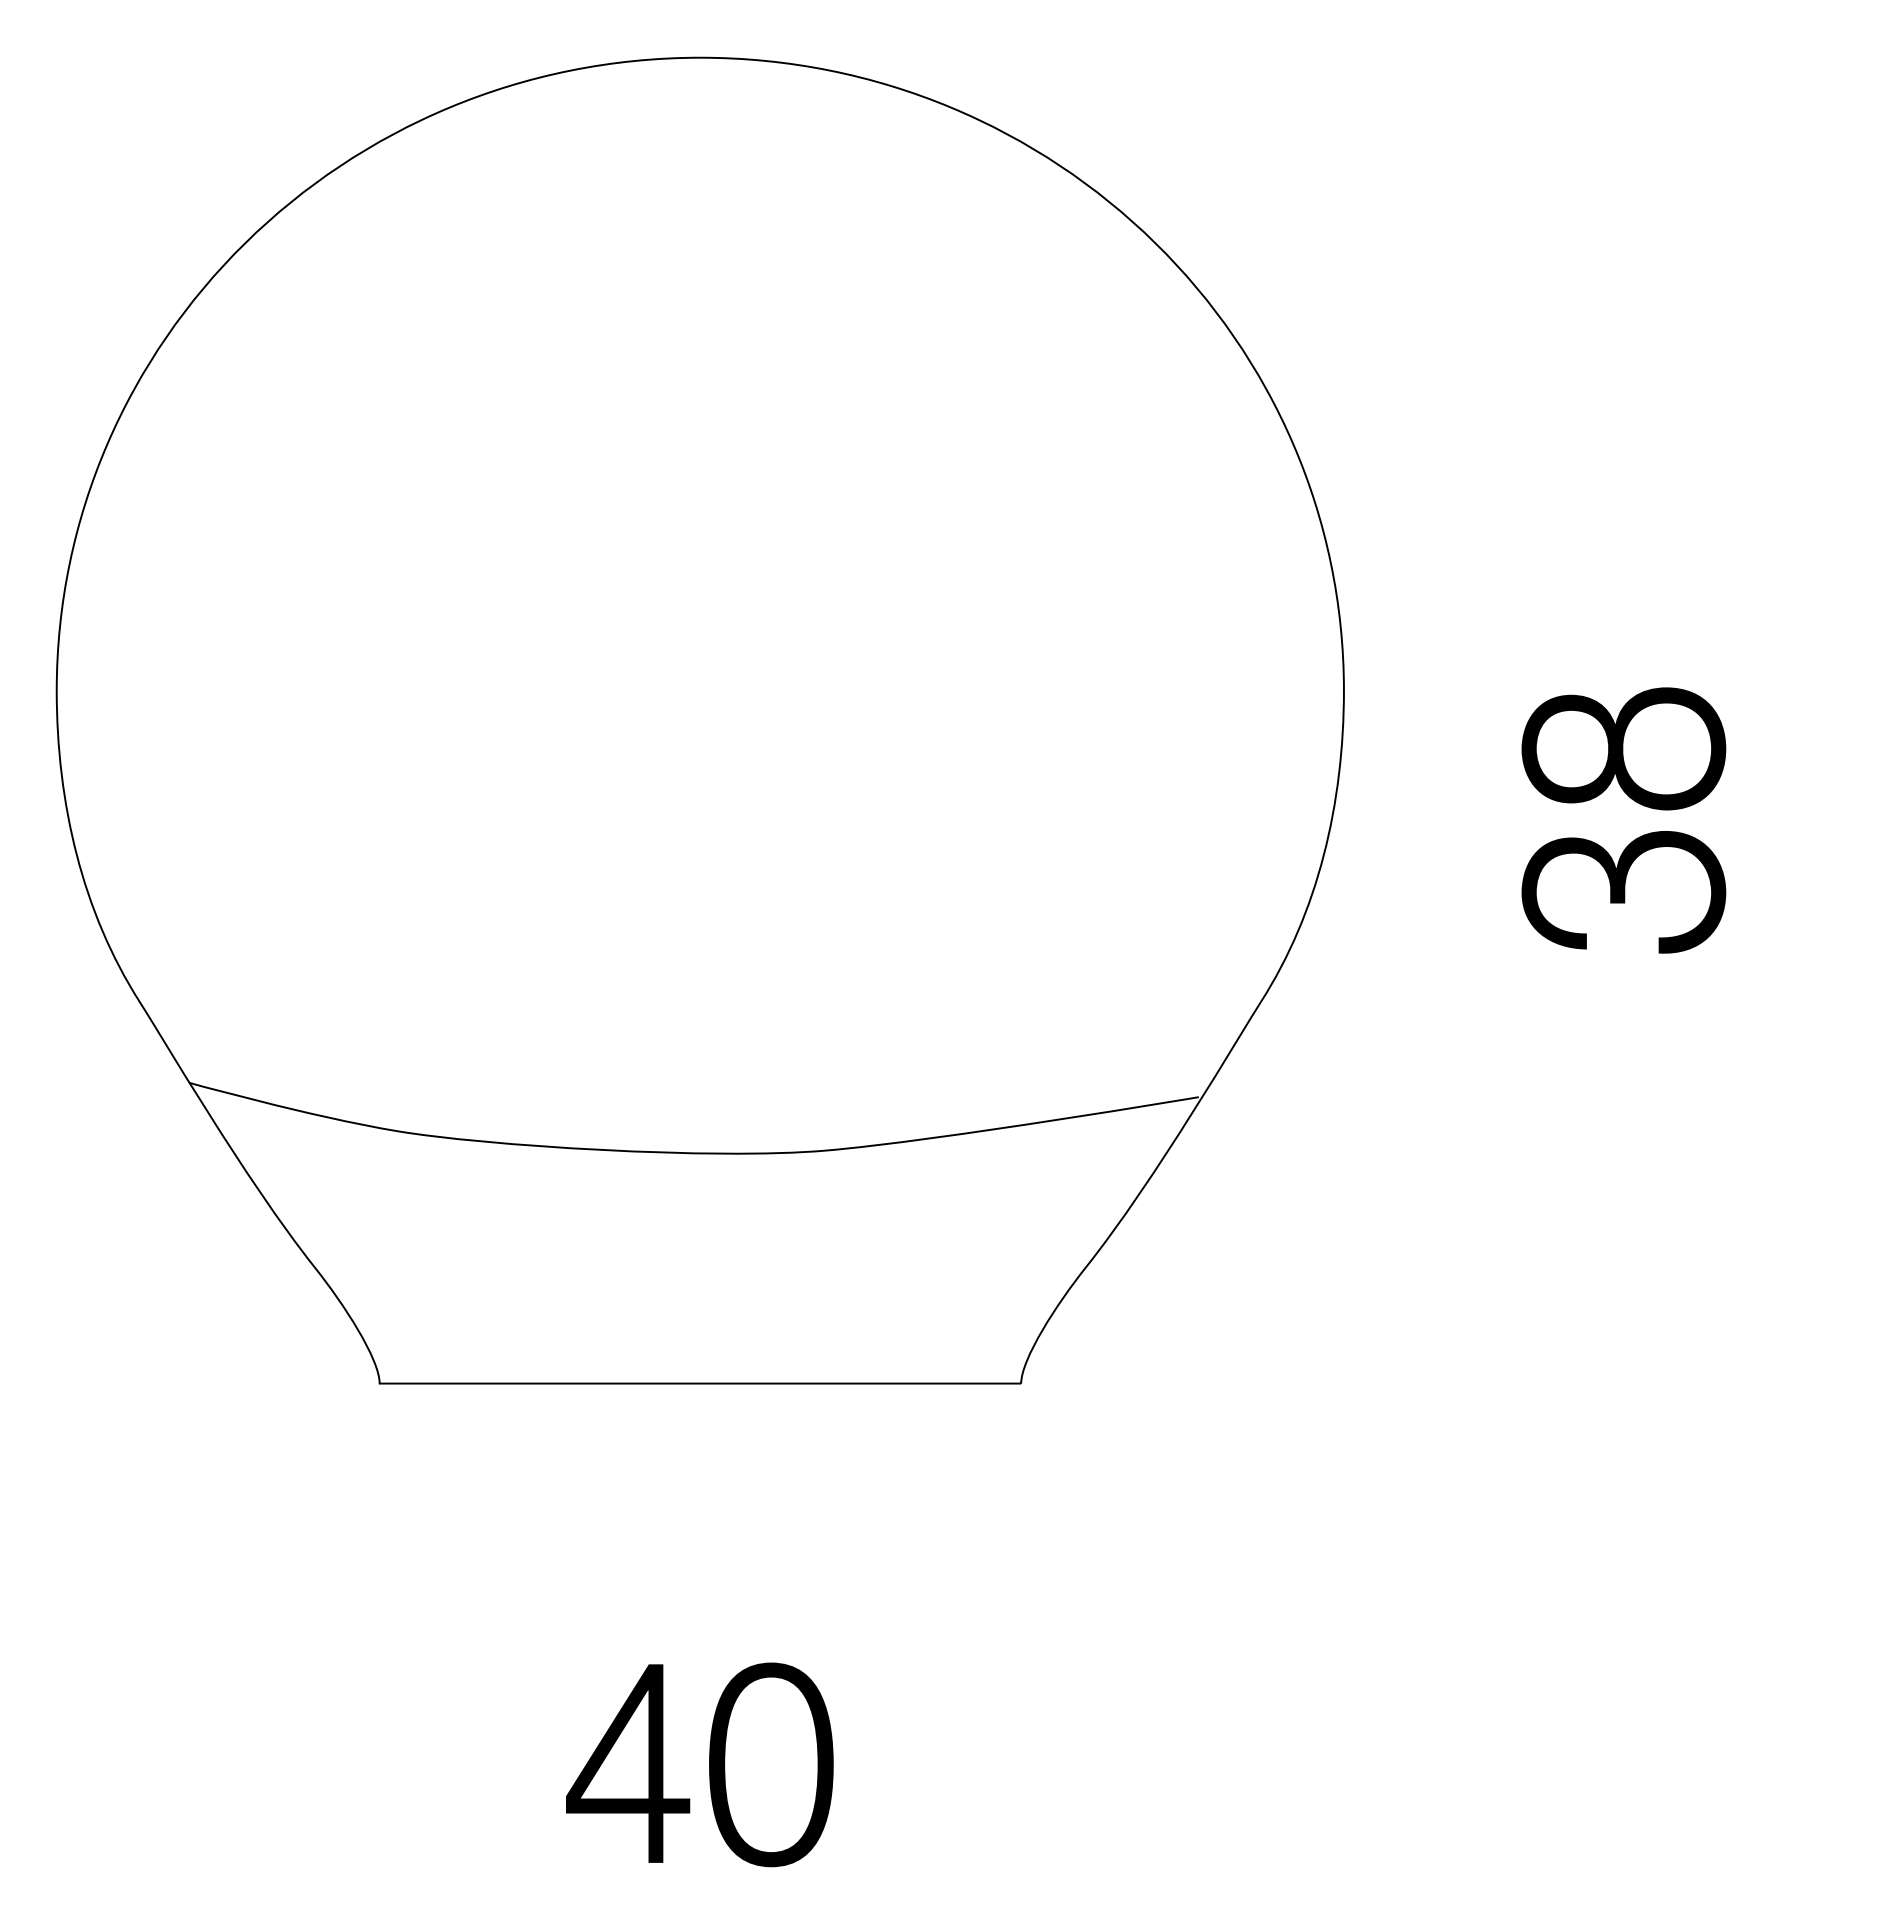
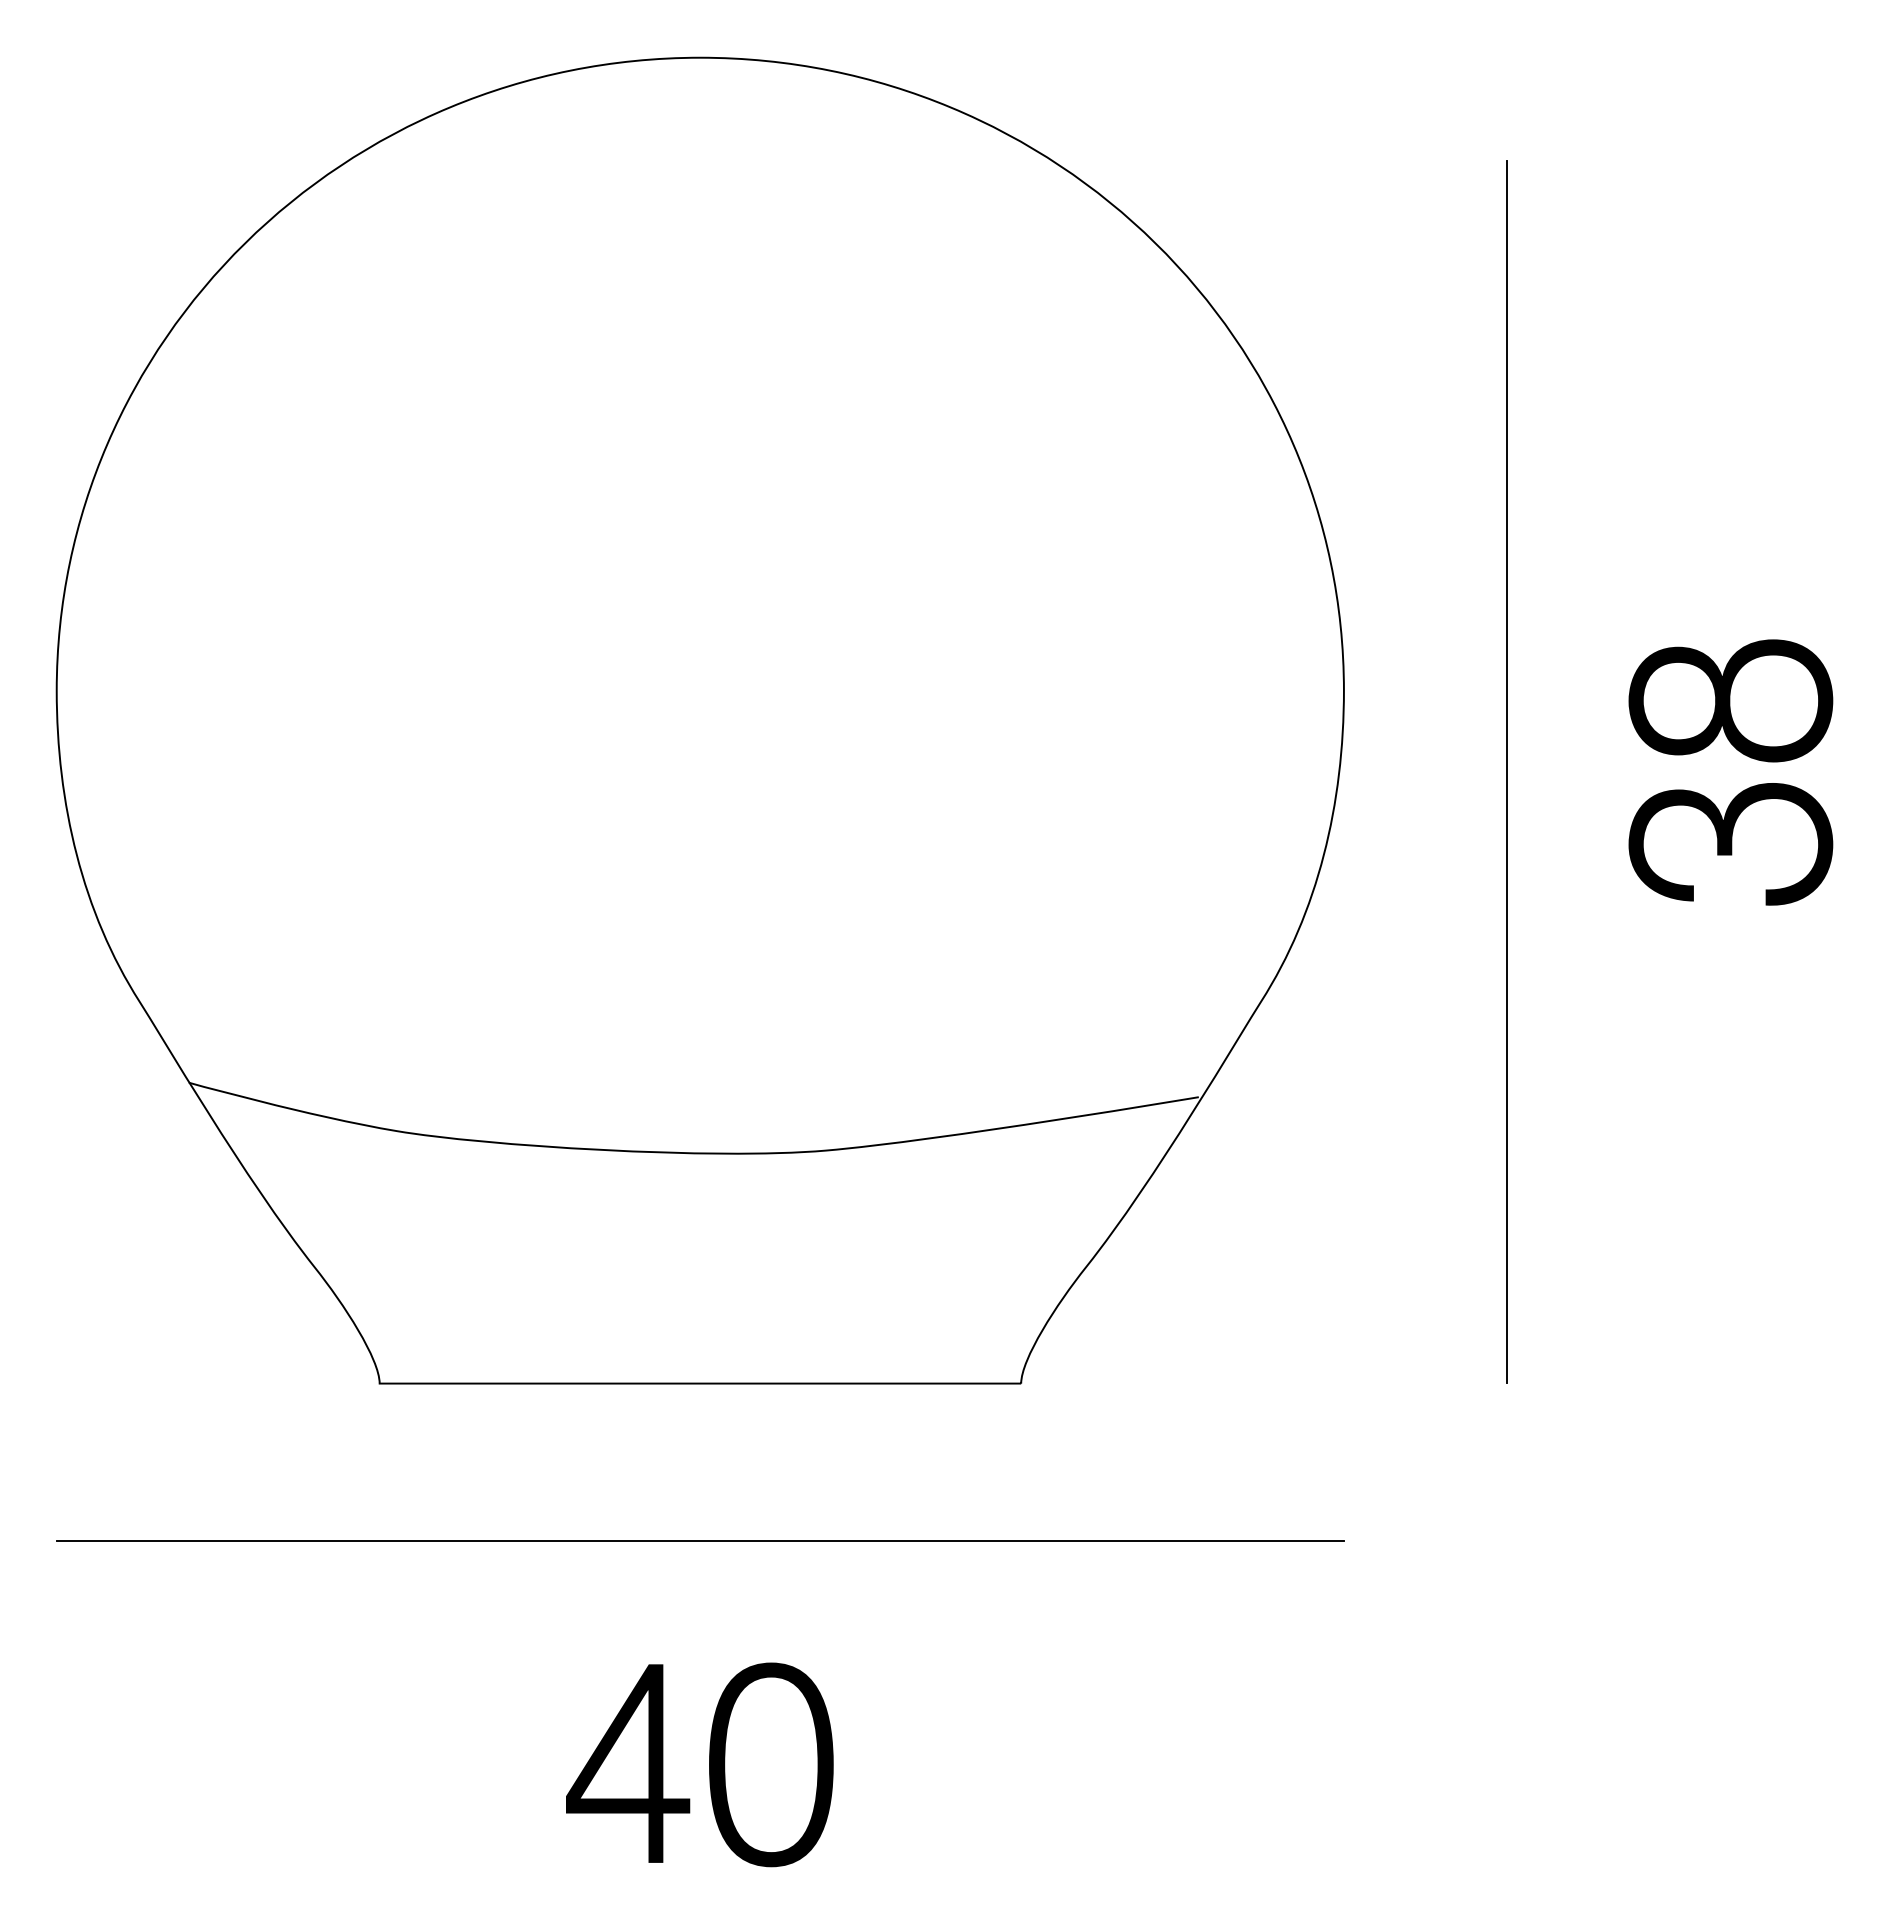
line at (1507, 771): none -> present
part at (1635, 838) position: (1635, 838) -> (1742, 790)
line at (699, 1541): none -> present
